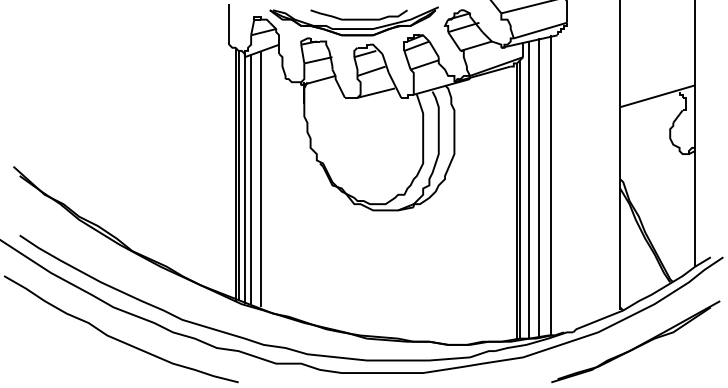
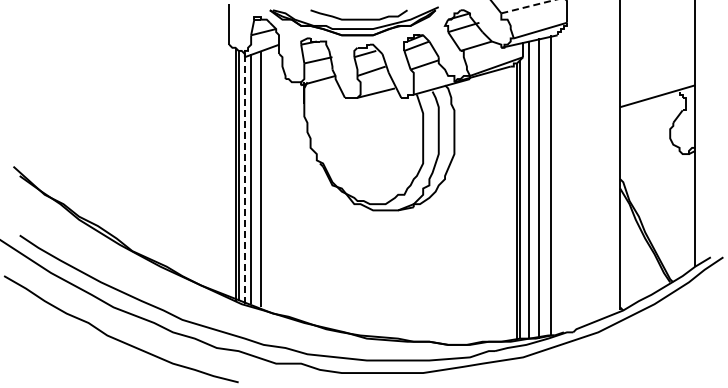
line at (528, 6): solid -> dashed
line at (244, 178): solid -> dashed
part at (635, 341): present -> none
